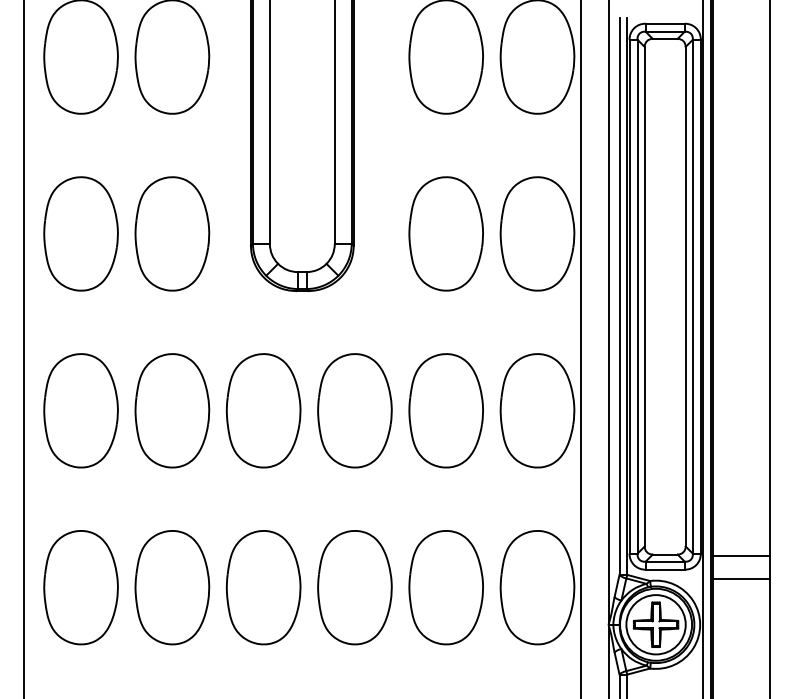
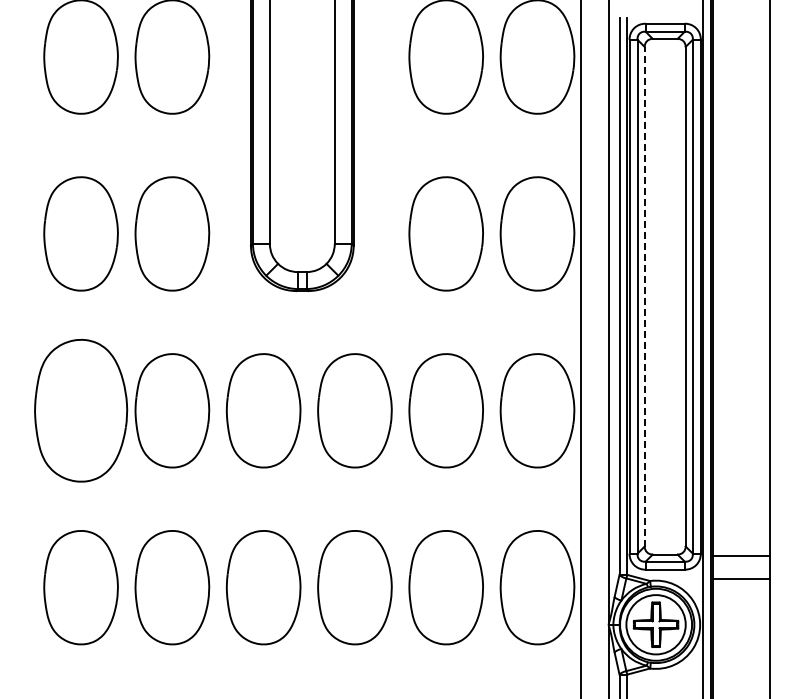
line at (644, 296): solid -> dashed
line at (23, 348): present -> none
part at (80, 410) size: 76x116 px -> 95x145 px
